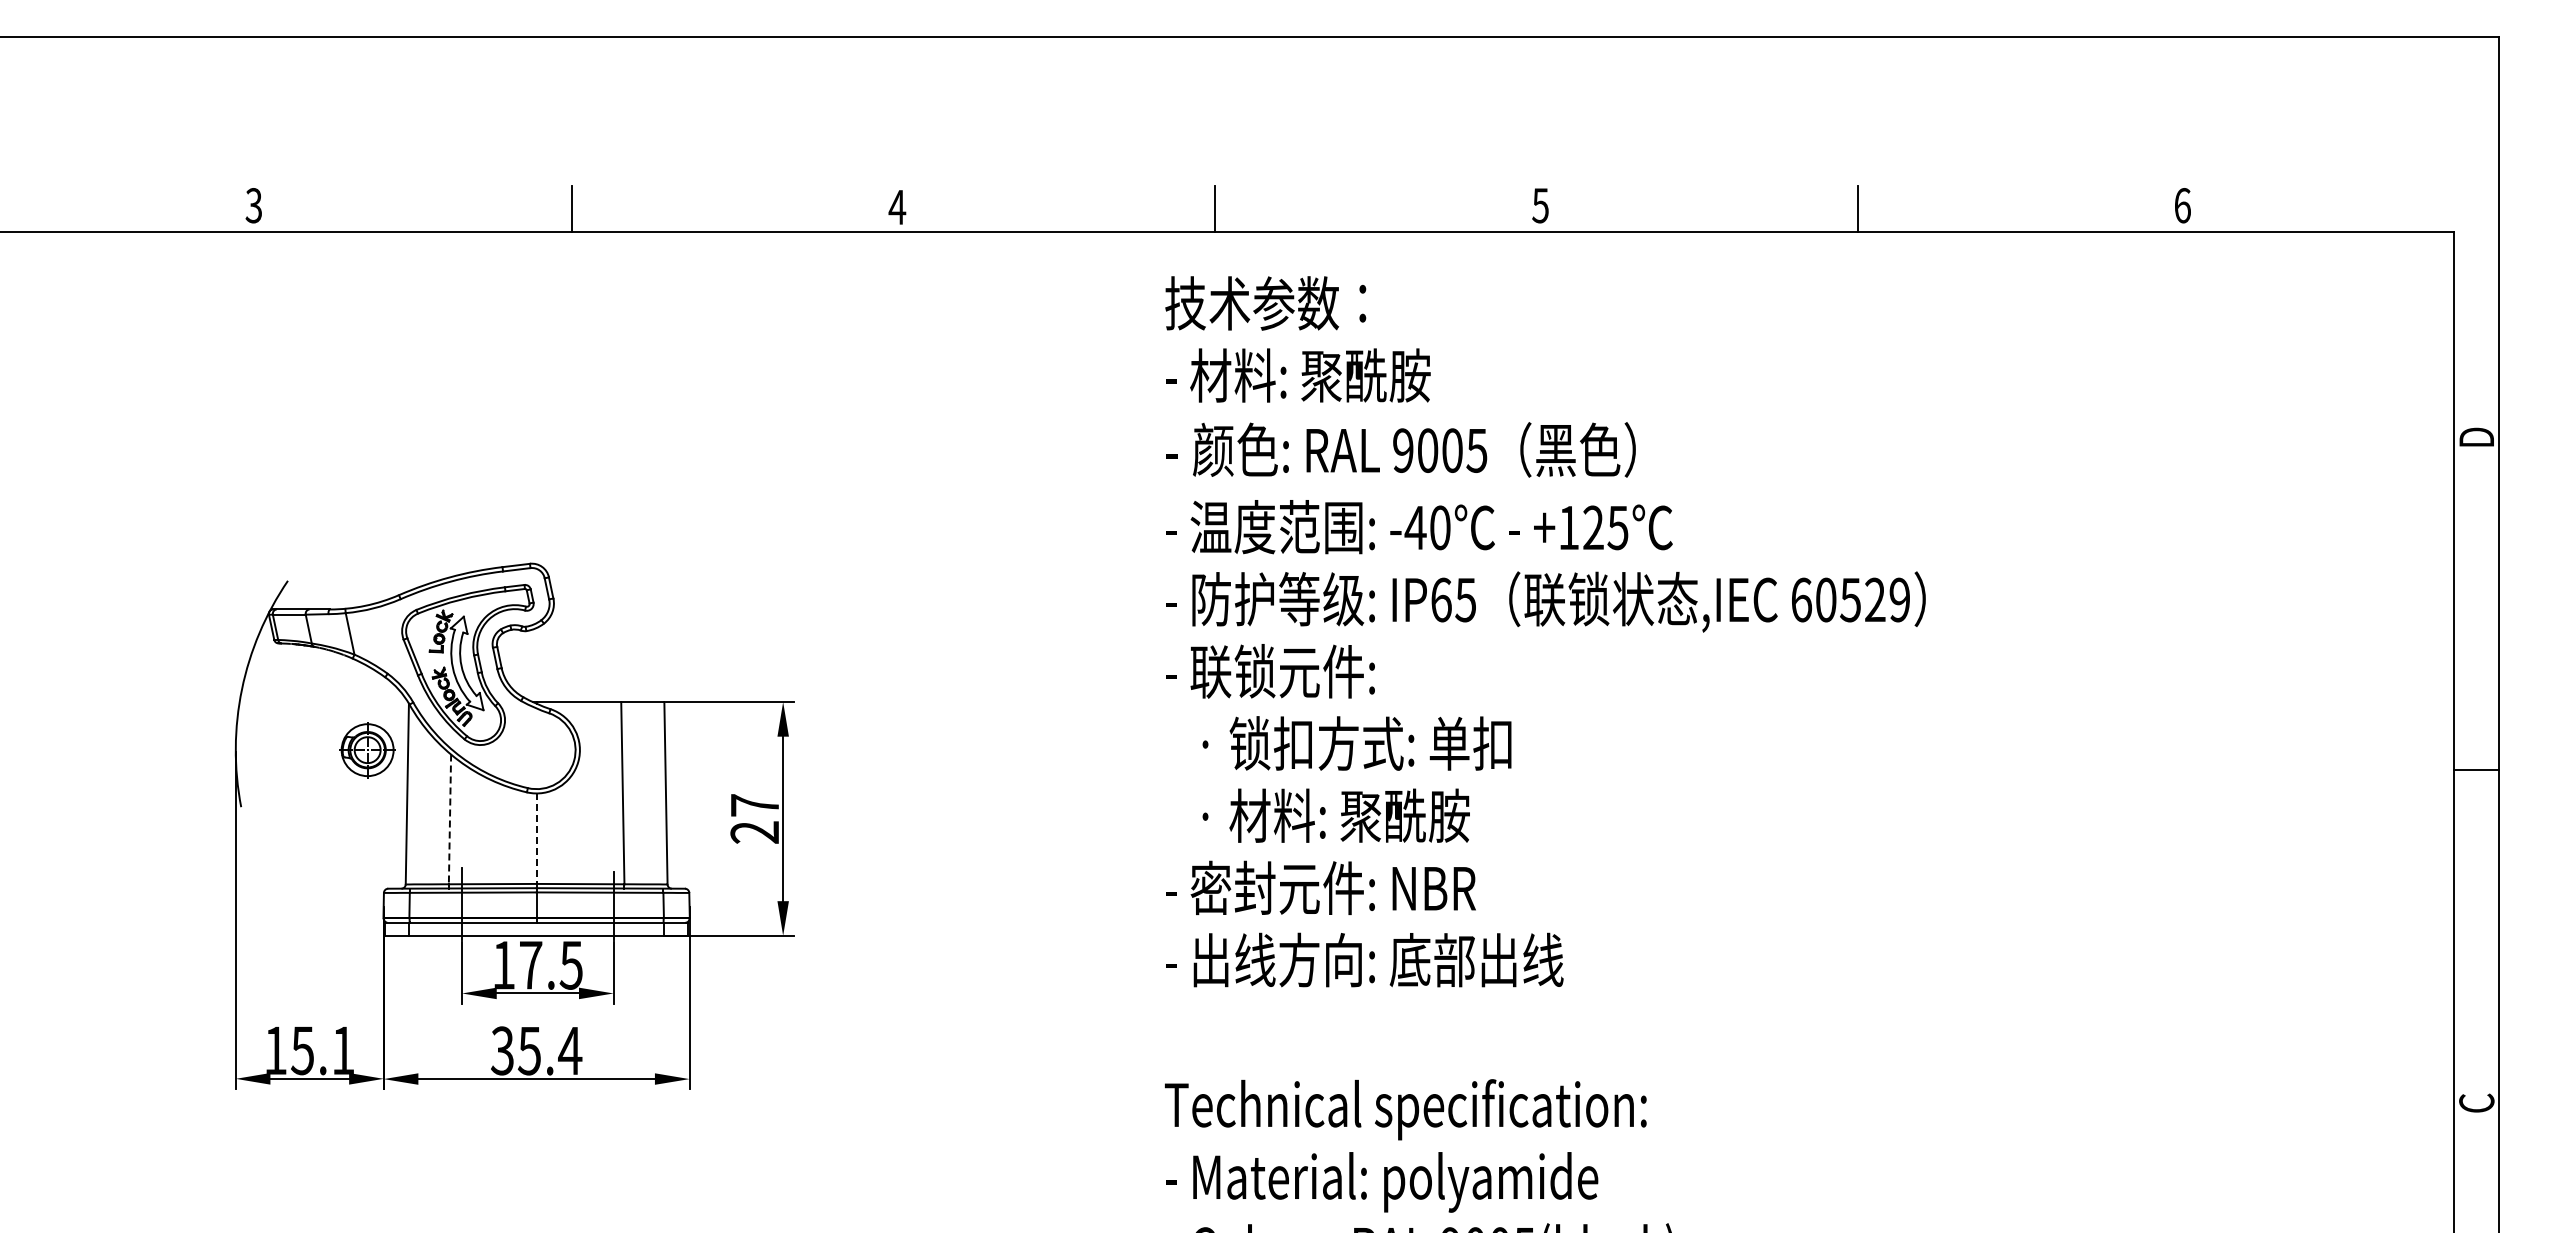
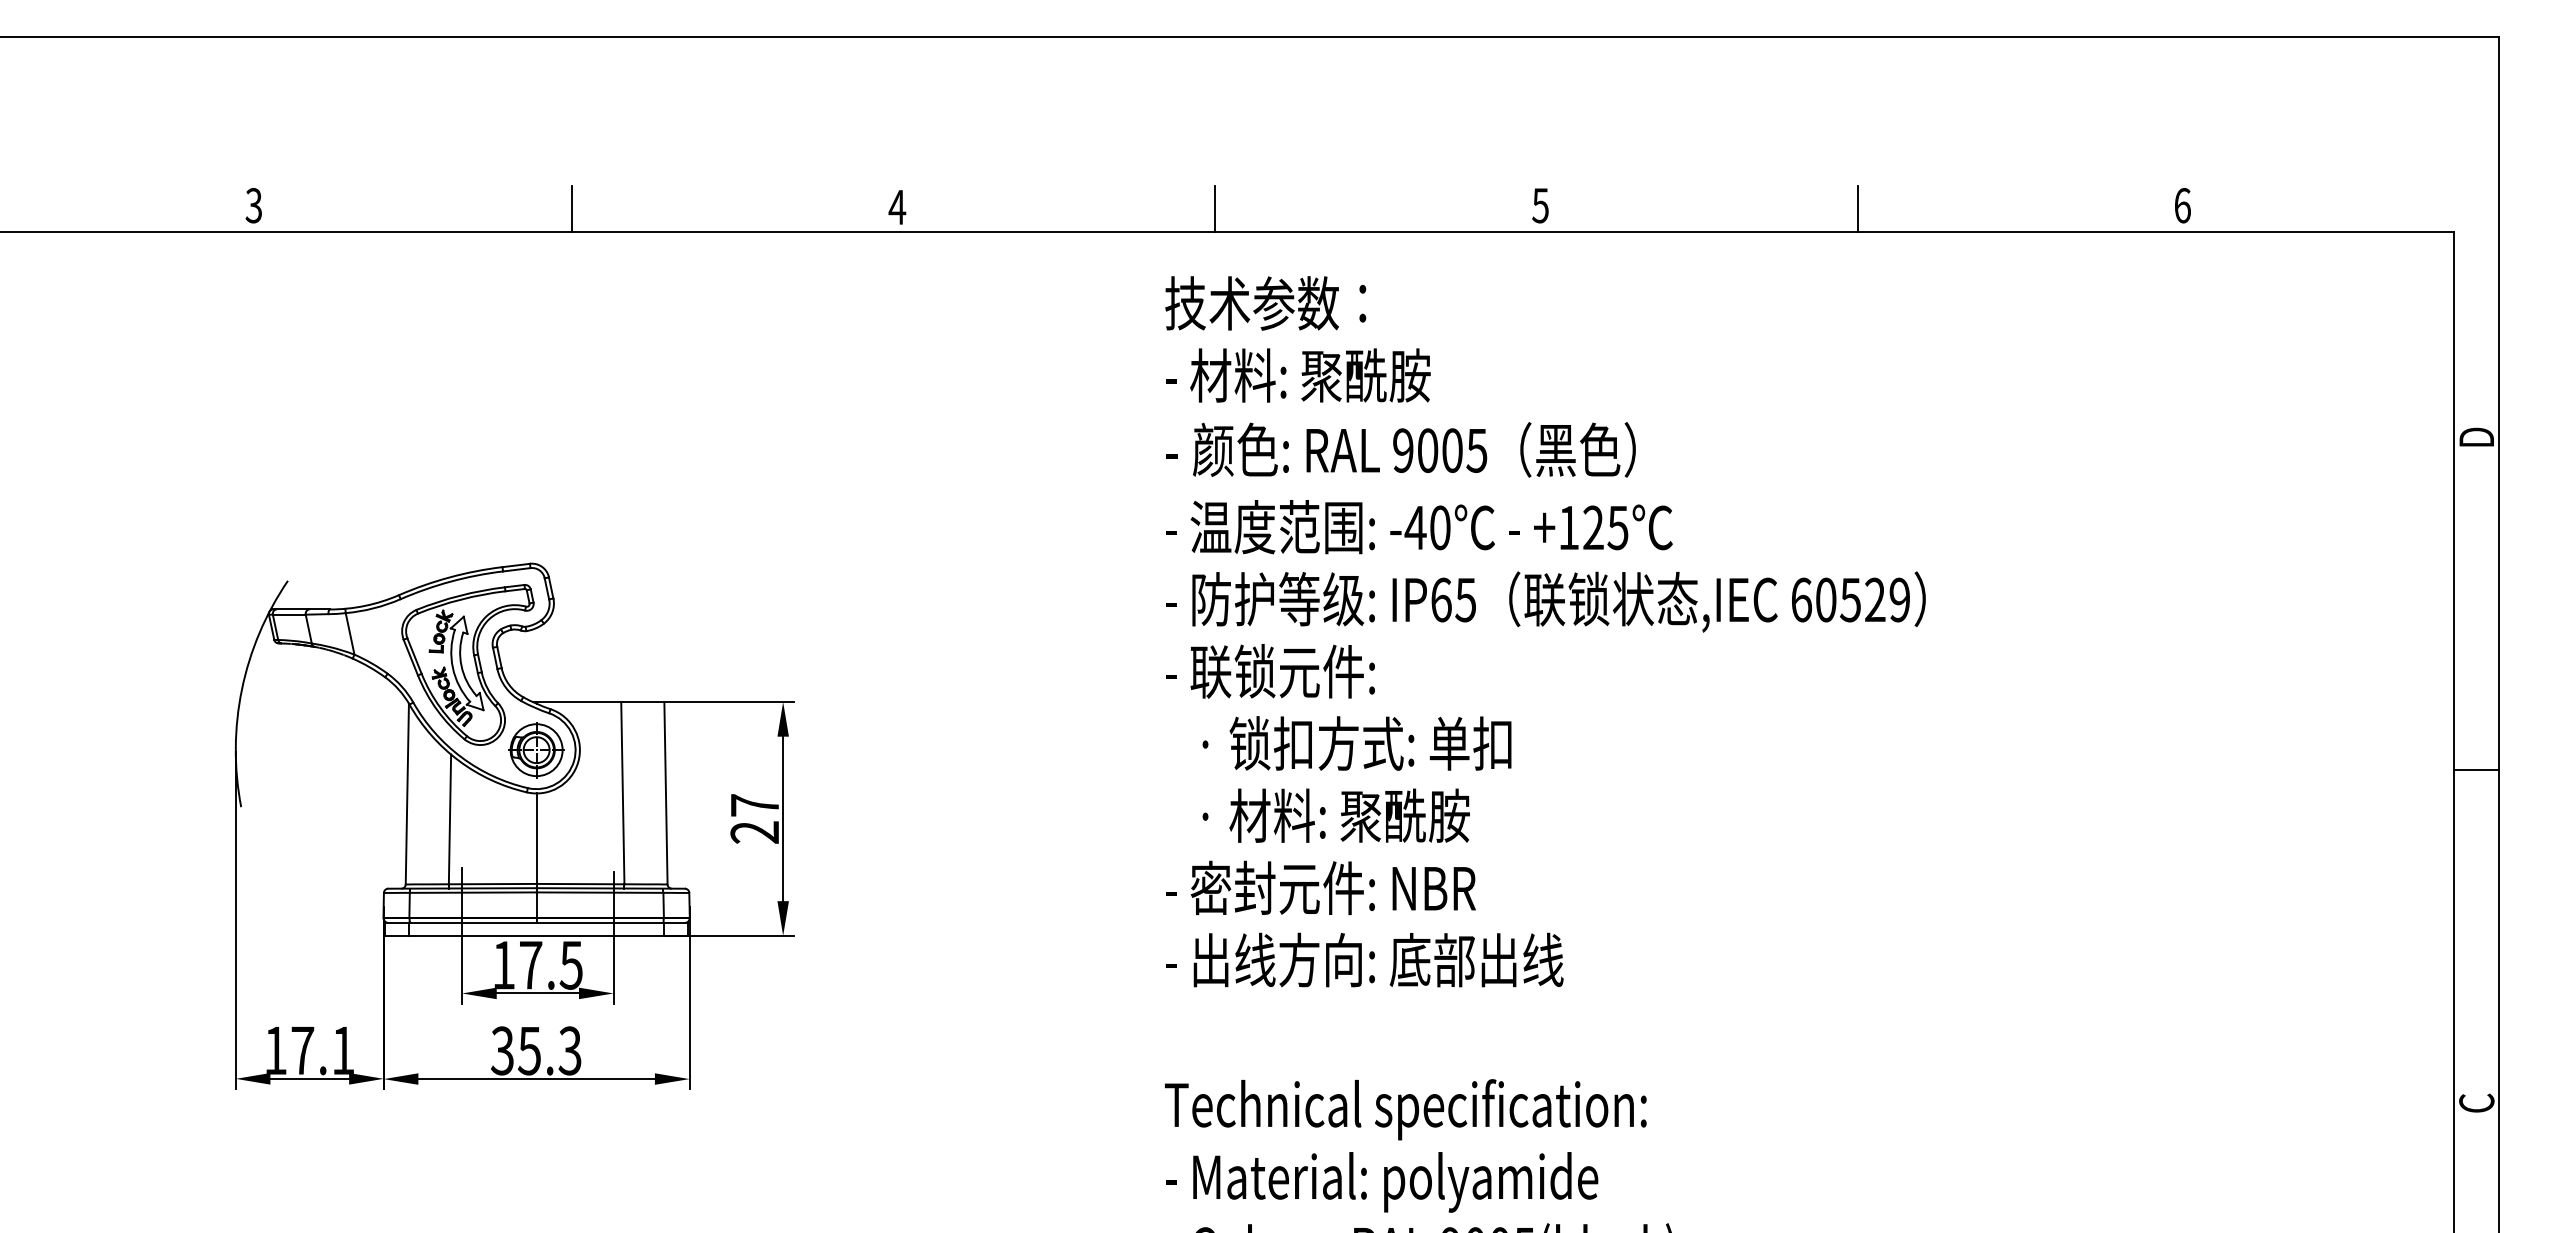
part at (367, 750) position: (367, 750) -> (536, 750)
line at (449, 819): dashed -> solid
line at (536, 839): dashed -> solid
text at (302, 1050): 15.1 -> 17.1
text at (570, 1050): 35.4 -> 35.3
